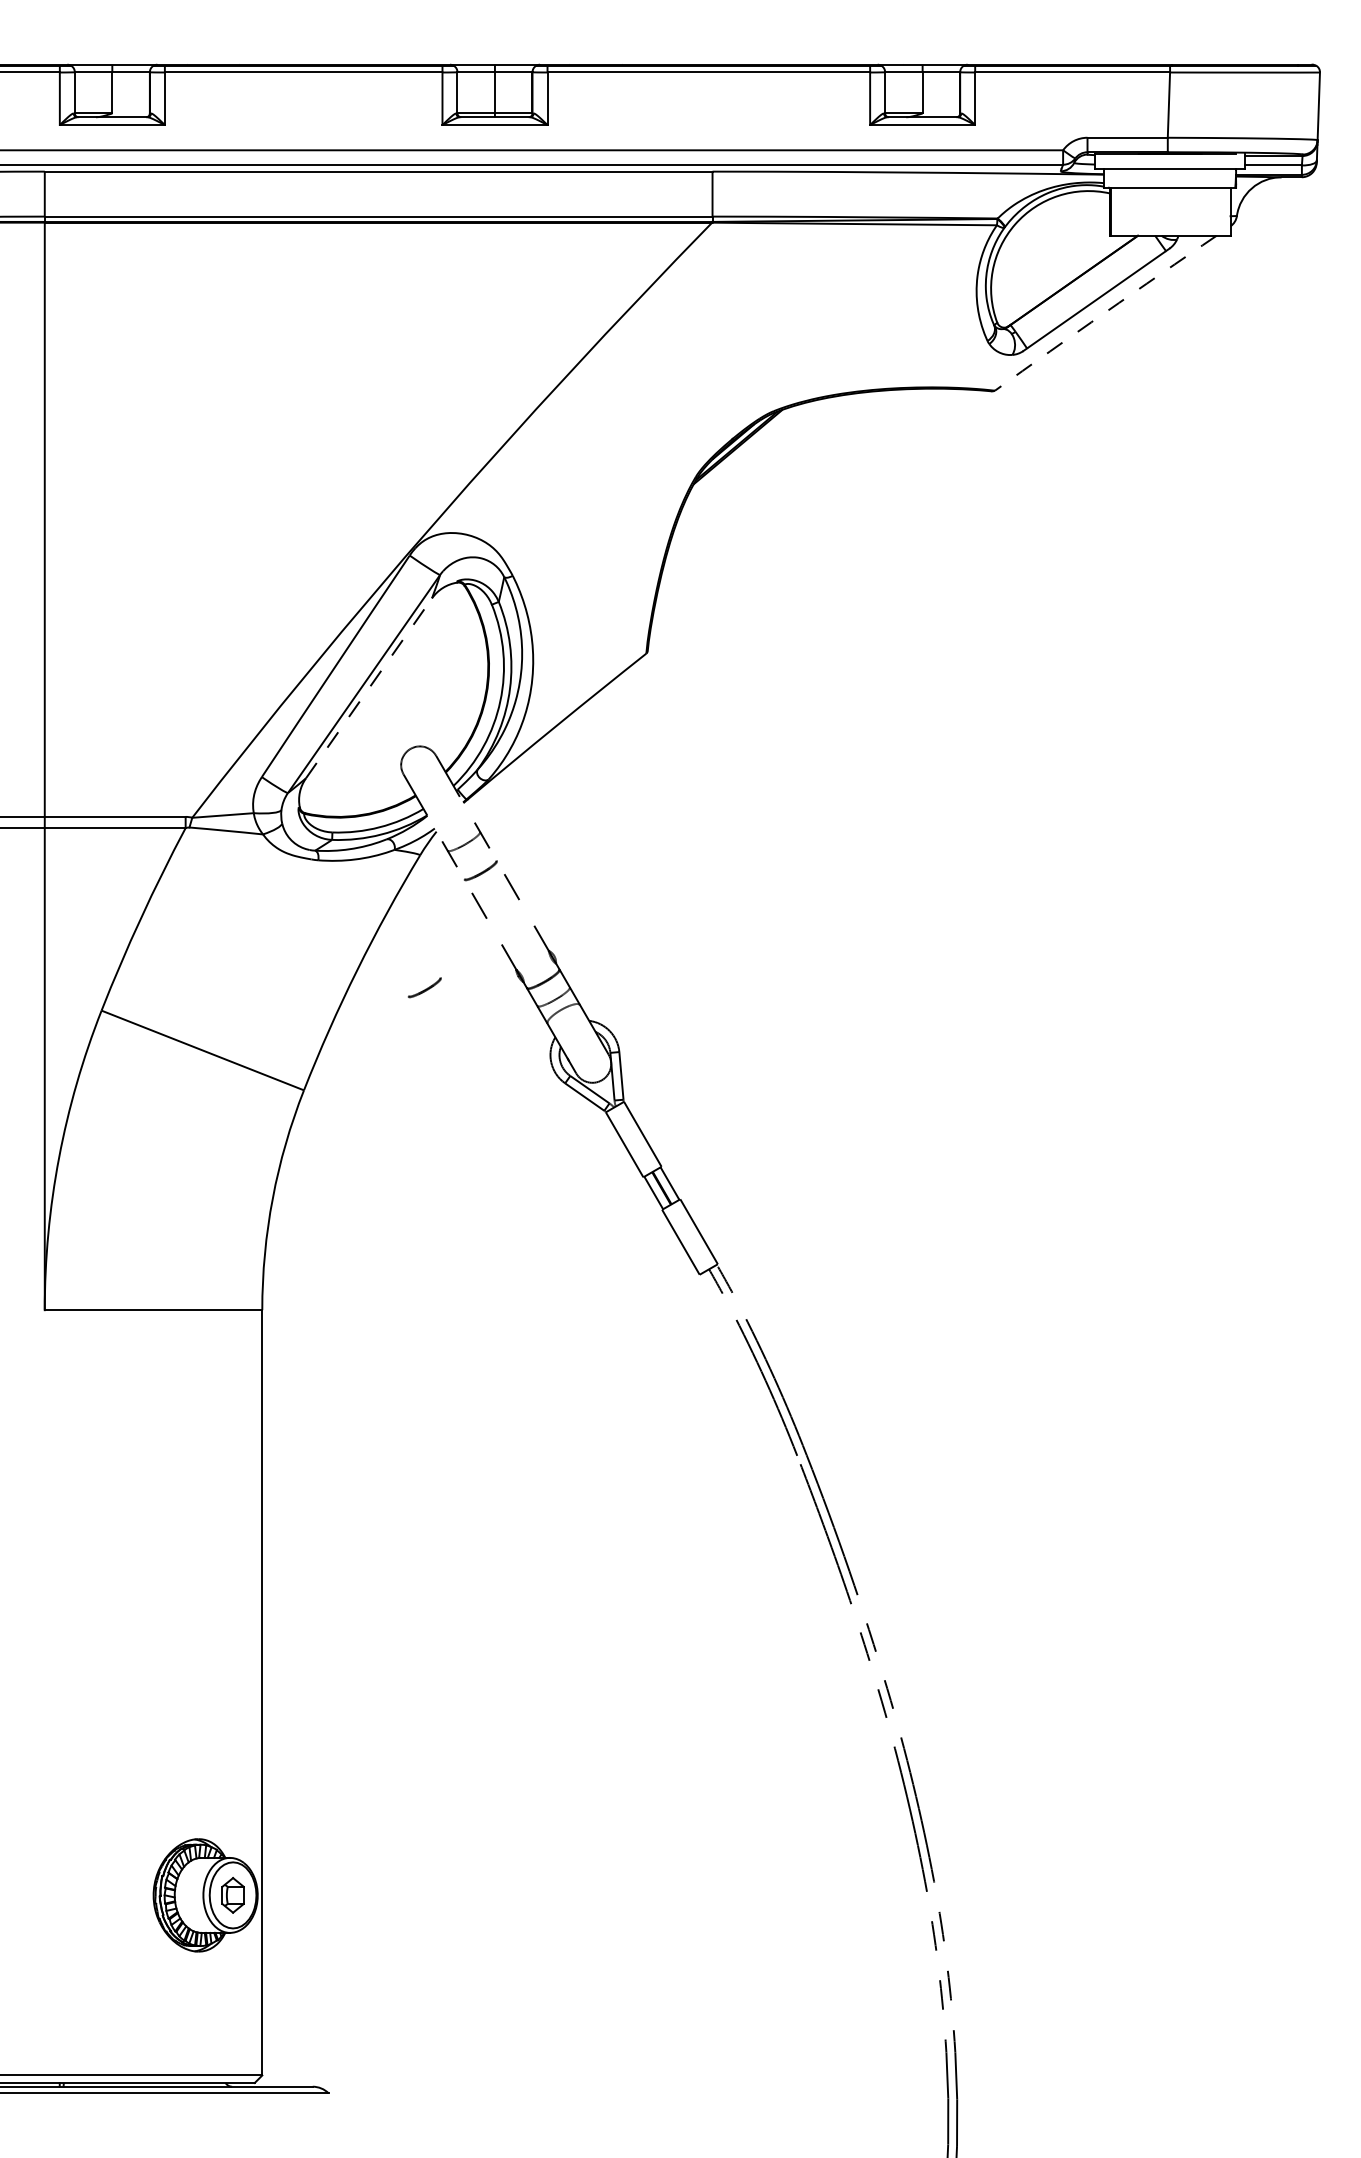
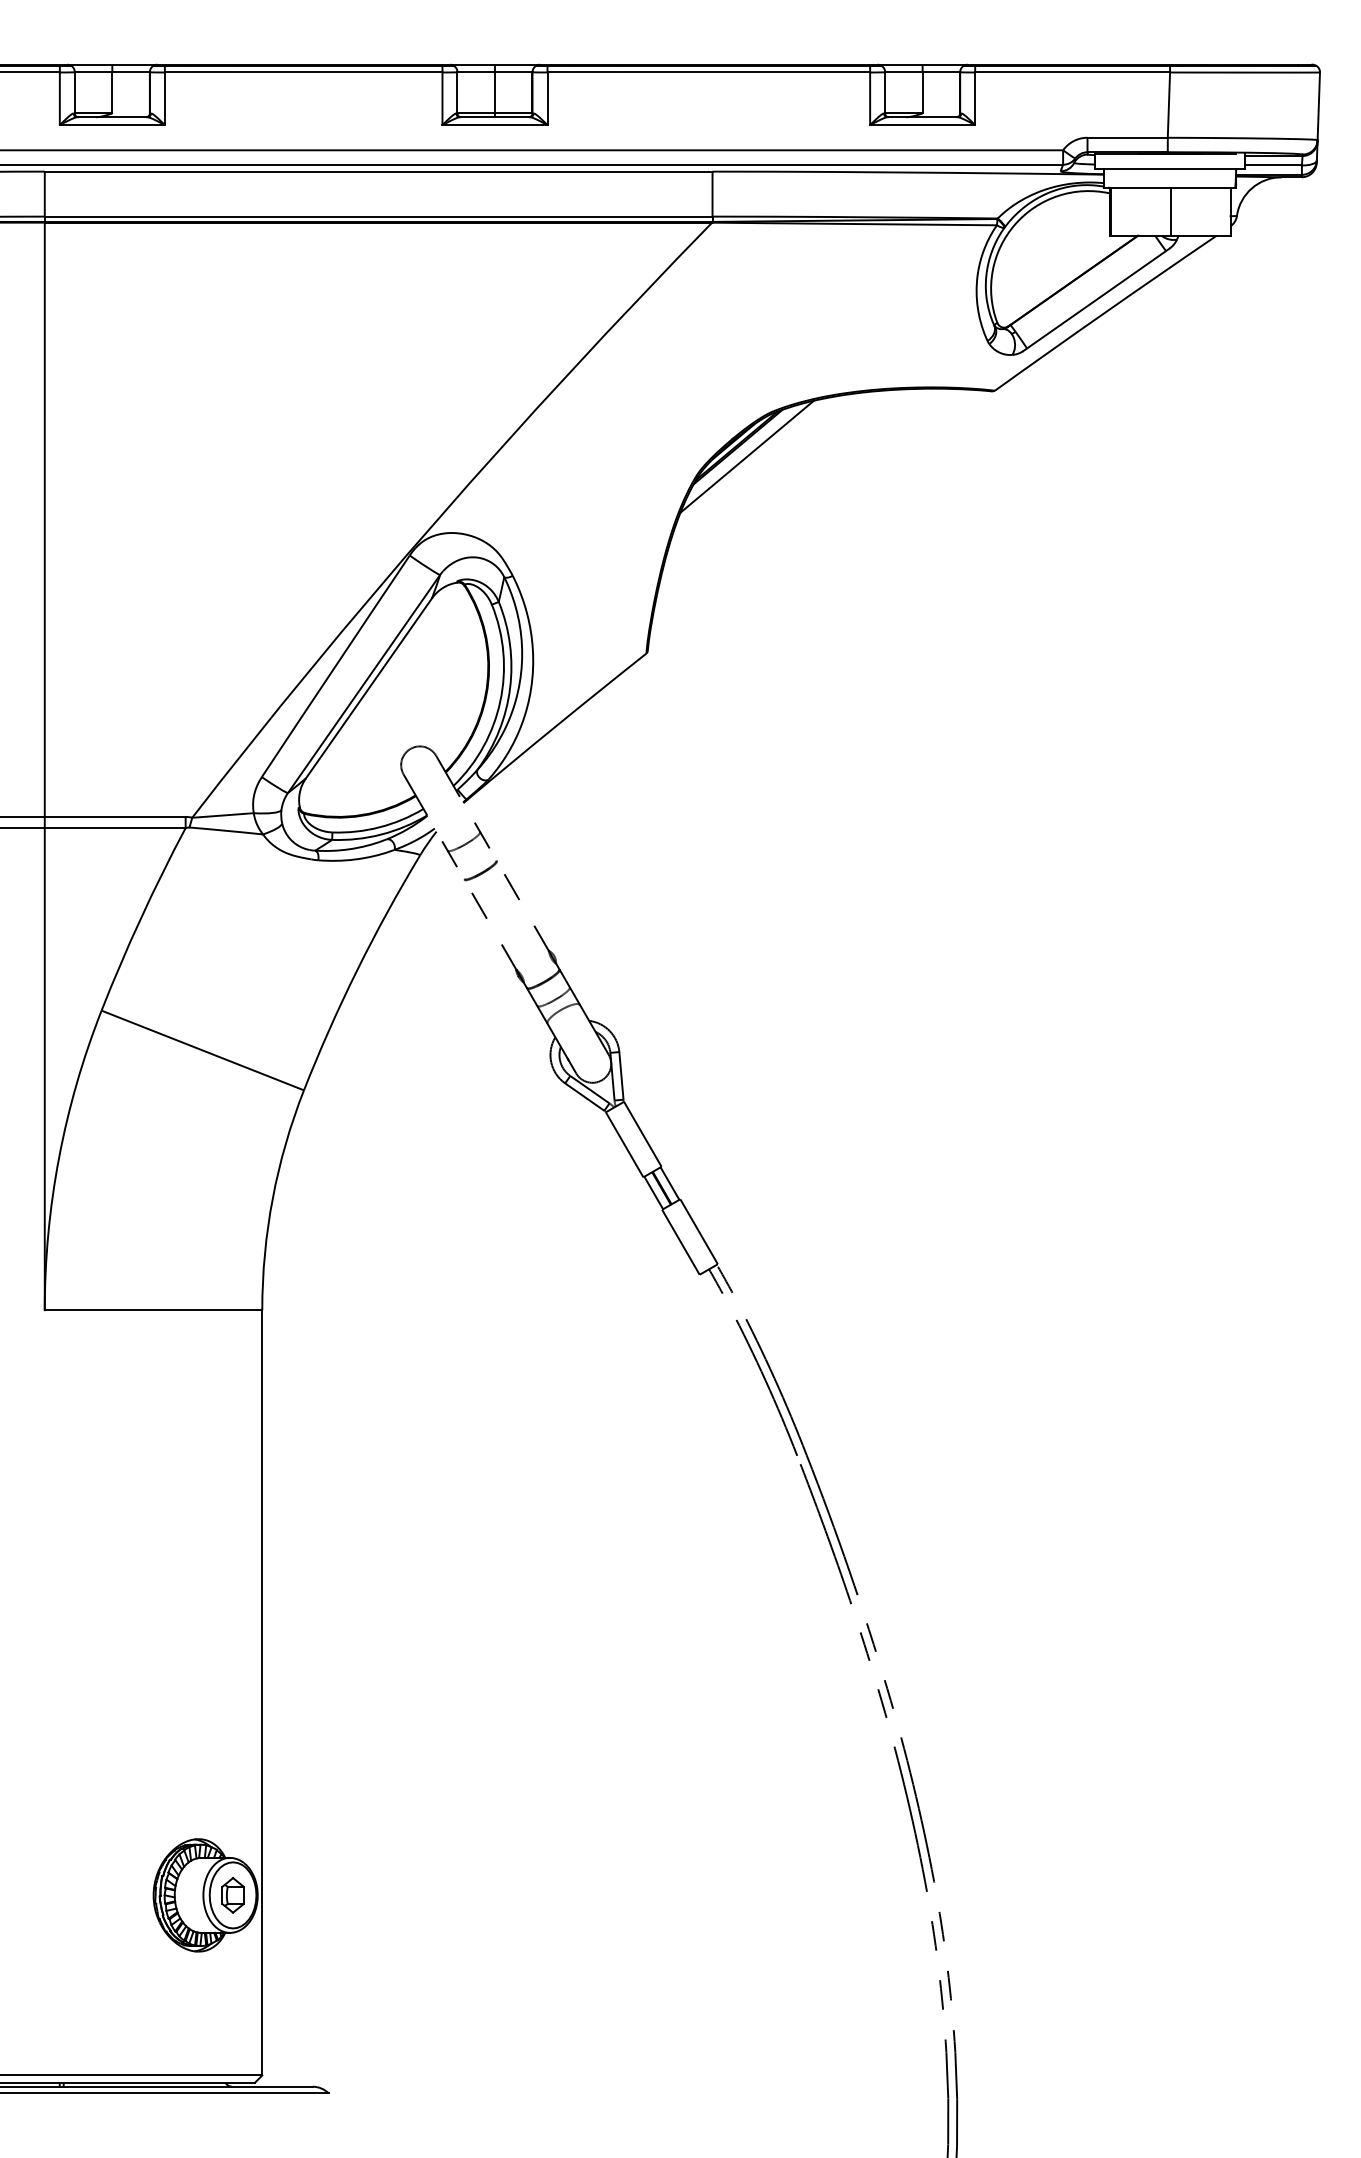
line at (1170, 211): none -> present
arc at (1105, 312): dashed -> solid
line at (746, 456): none -> present
line at (369, 688): dashed -> solid
part at (424, 987): present -> none
